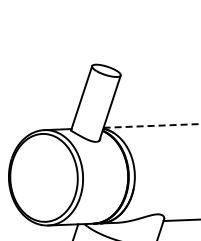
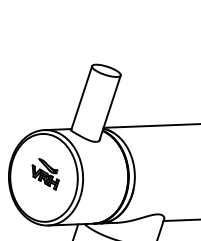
line at (152, 125): dashed -> solid
part at (45, 174): none -> present
